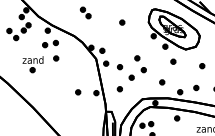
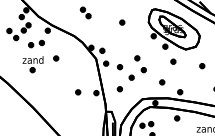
part at (50, 43) position: (50, 43) -> (36, 43)
part at (196, 87): present -> none
